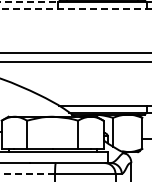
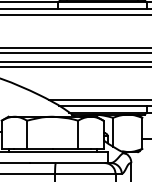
line at (29, 2): dashed -> solid
line at (76, 9): dashed -> solid
line at (75, 14): none -> present
line at (75, 47): none -> present
line at (75, 67): none -> present
line at (98, 100): none -> present
line at (27, 174): dashed -> solid
